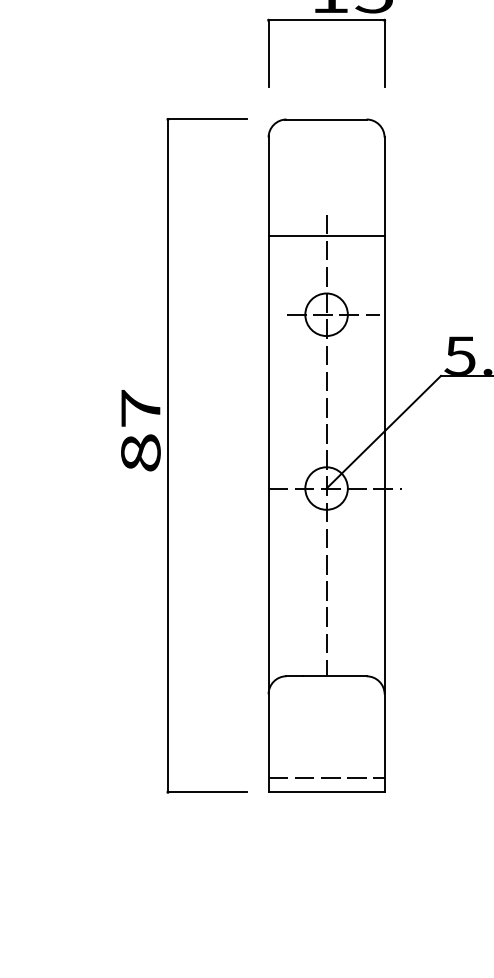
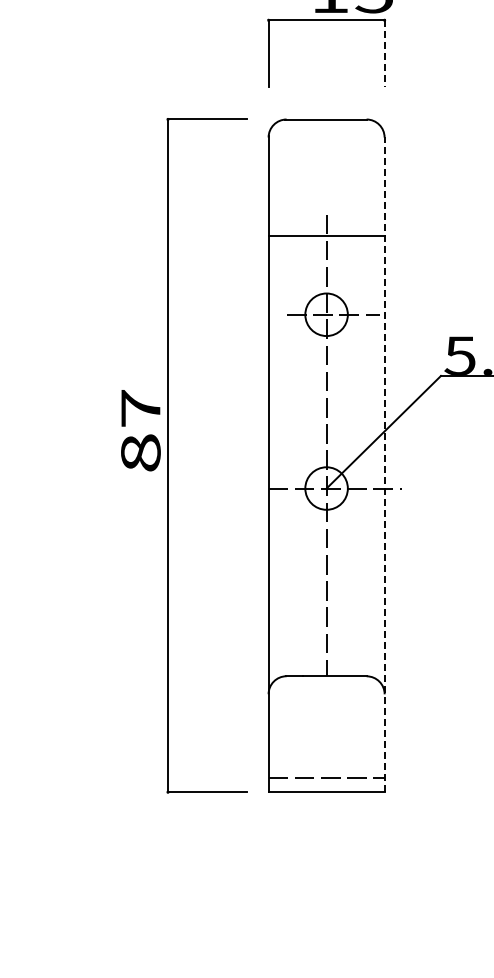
line at (384, 54): solid -> dashed
line at (384, 464): solid -> dashed
